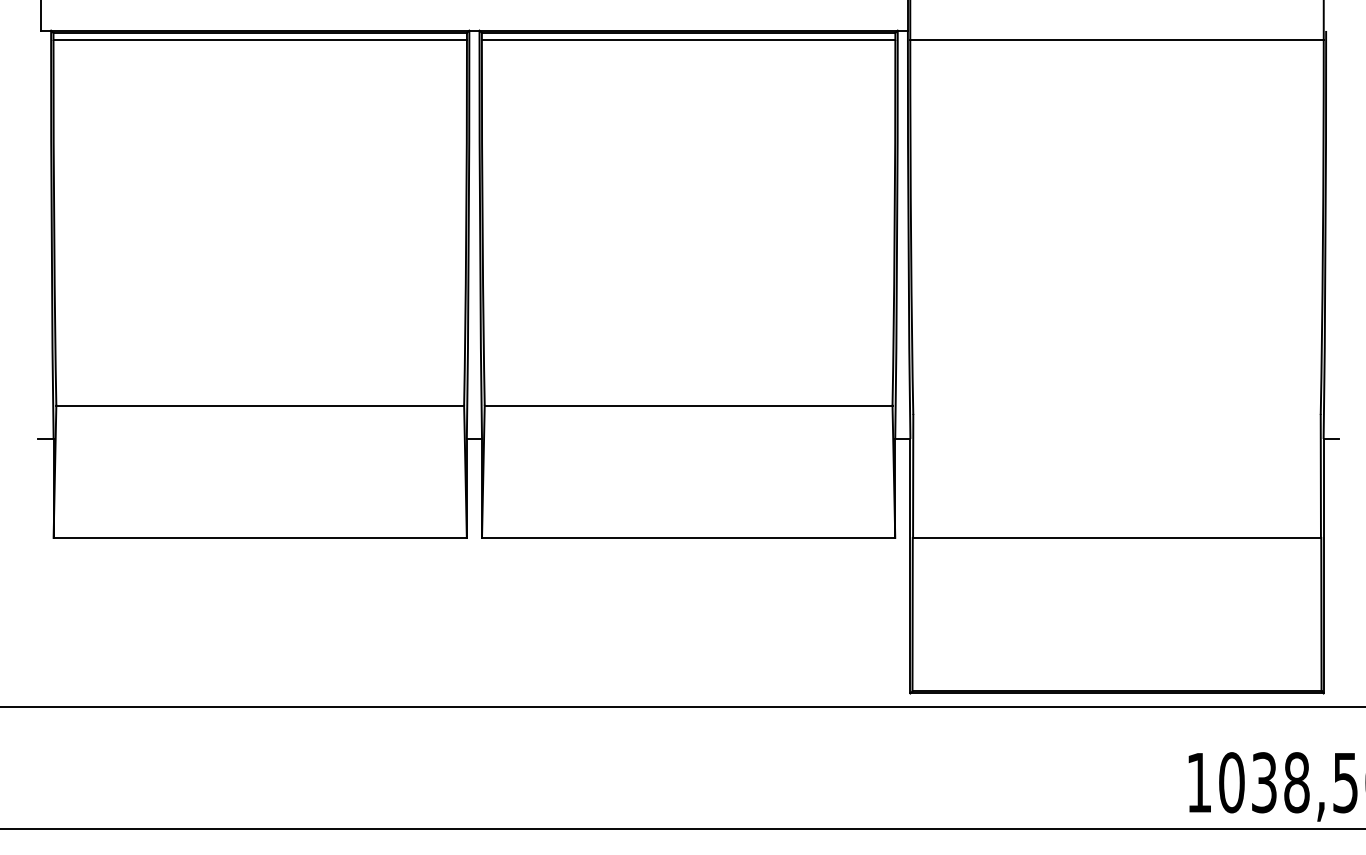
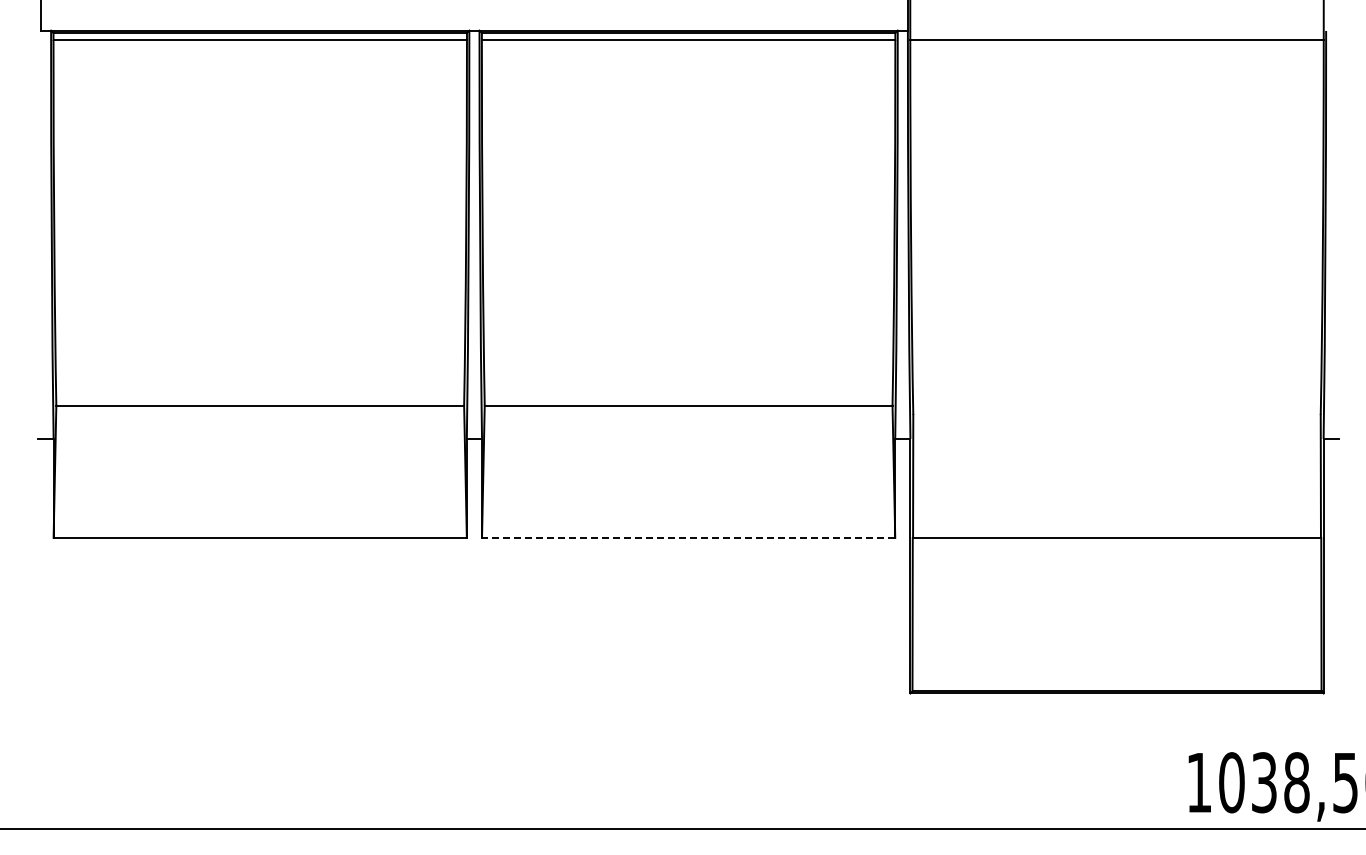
line at (688, 537): solid -> dashed
line at (682, 707): present -> none
